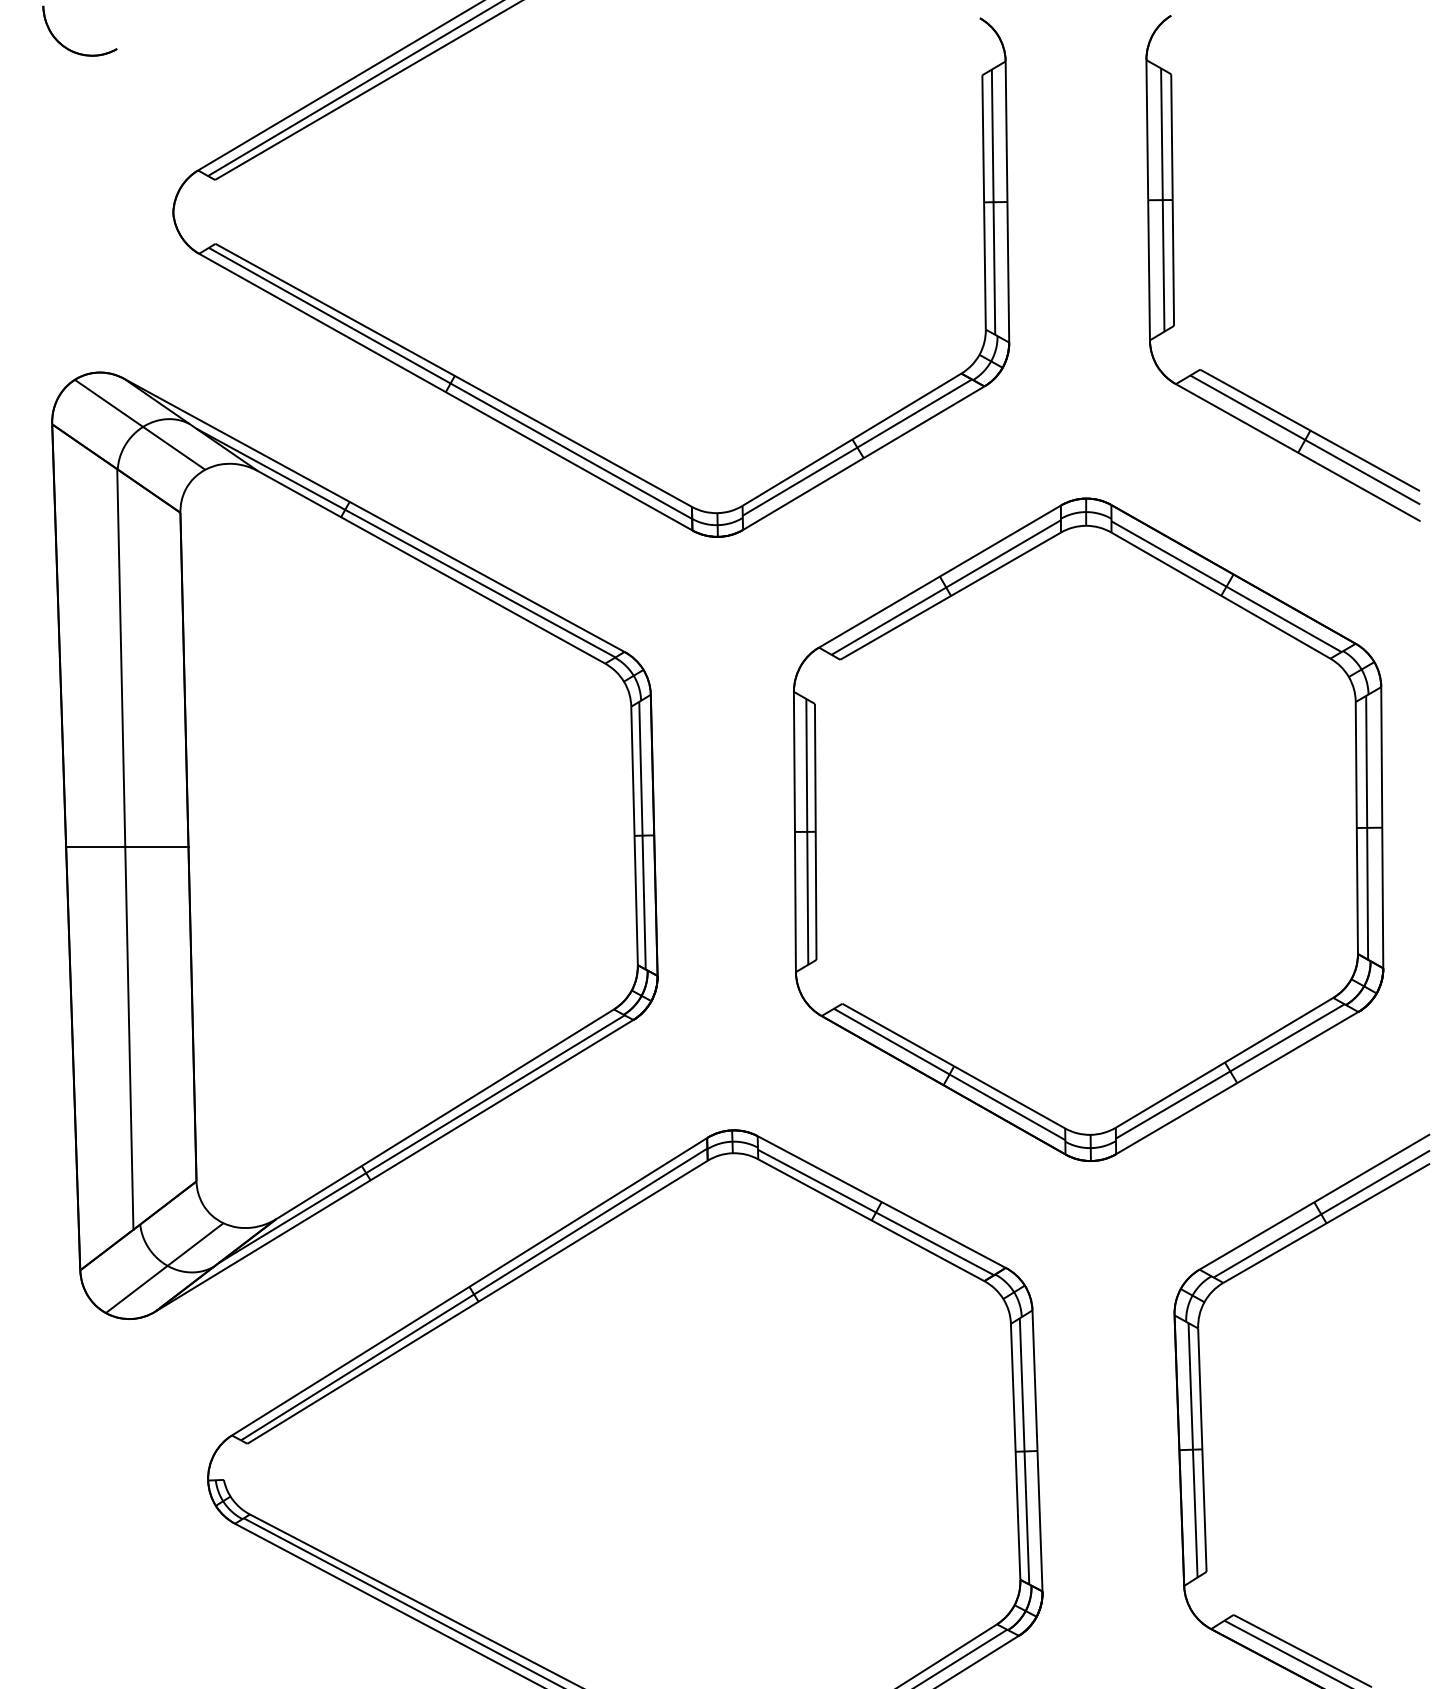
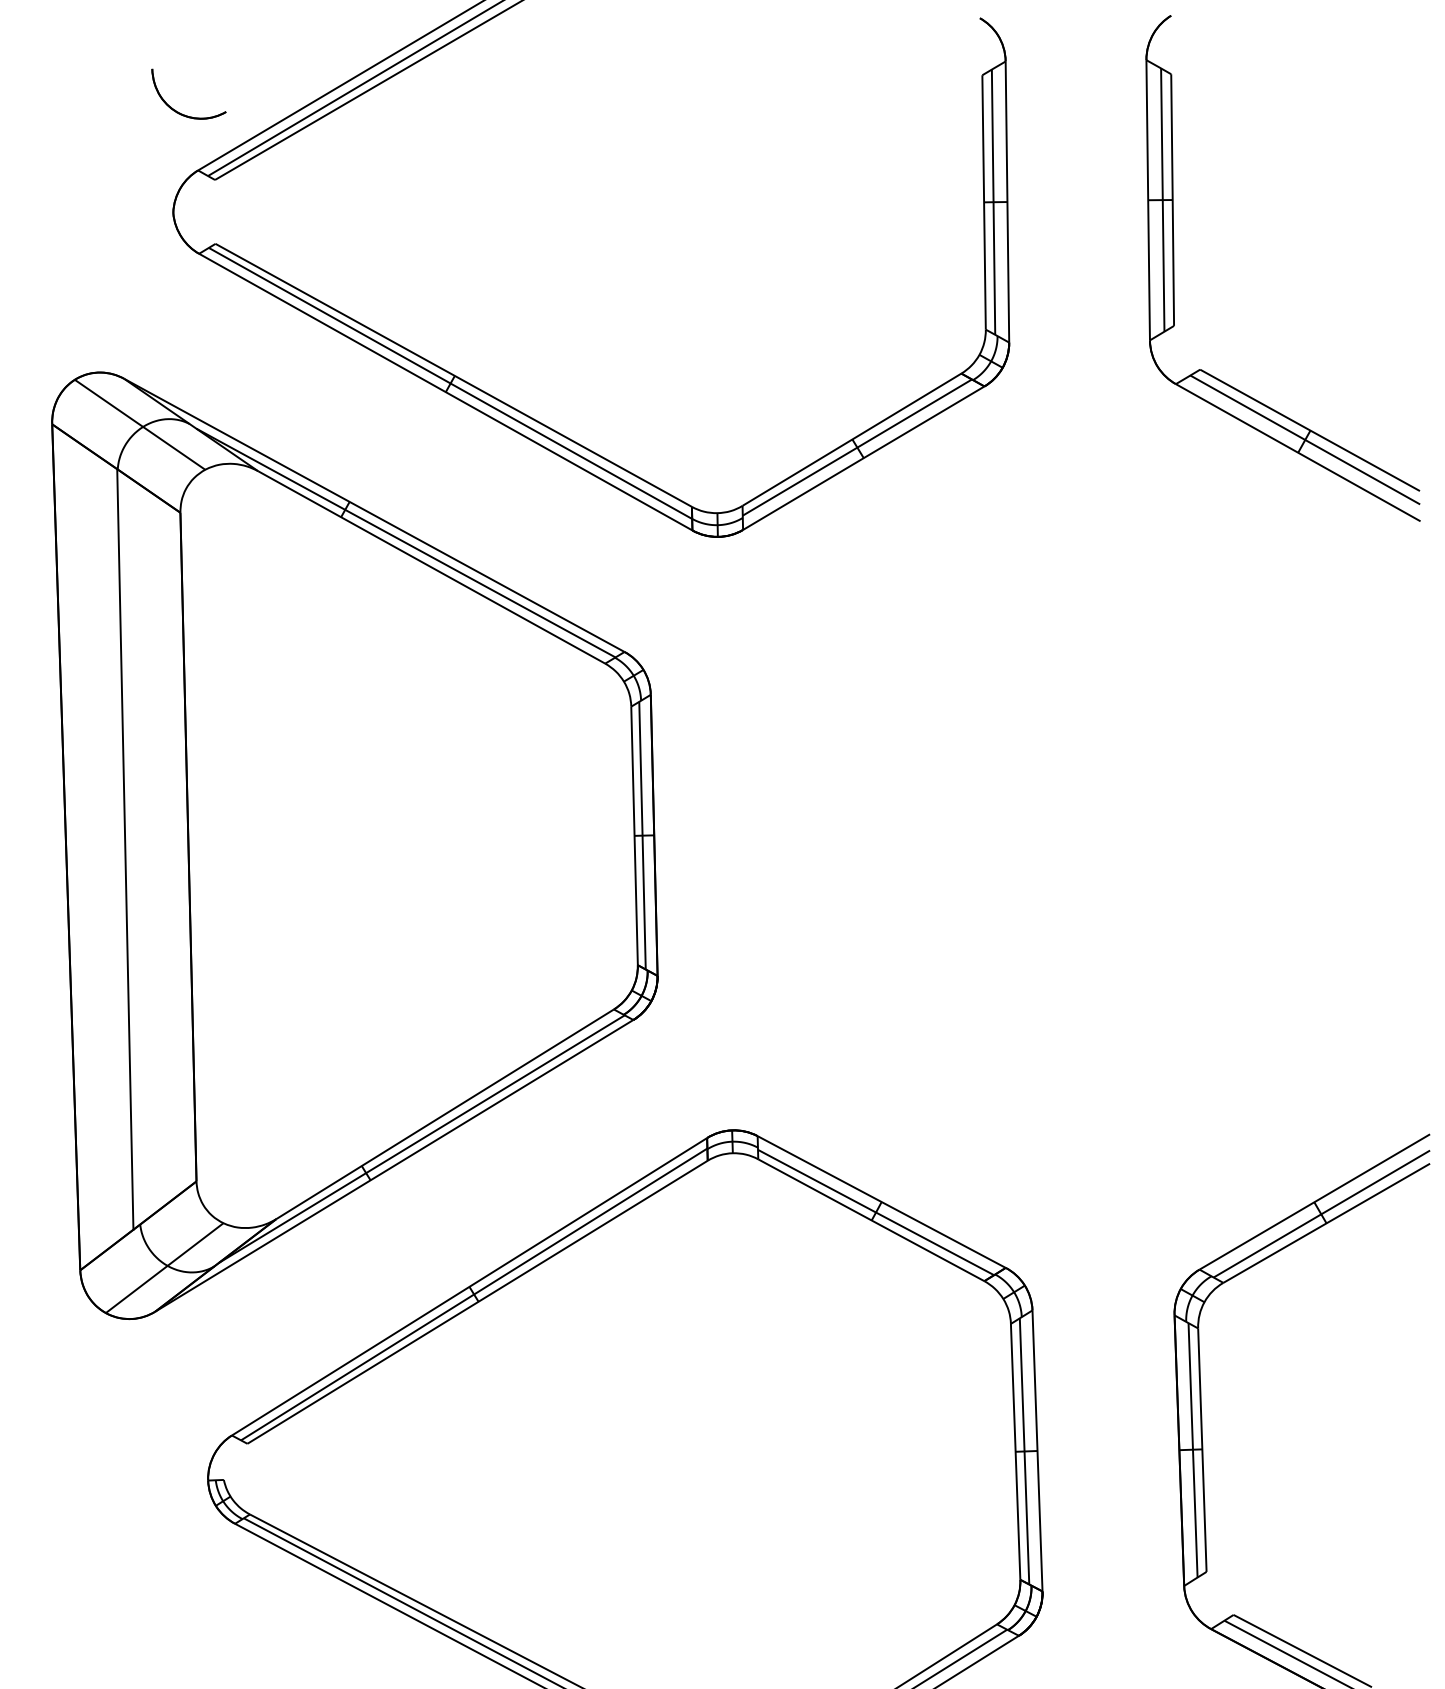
part at (69, 48) position: (69, 48) -> (178, 111)
part at (1088, 829): present -> none
line at (127, 847): present -> none
